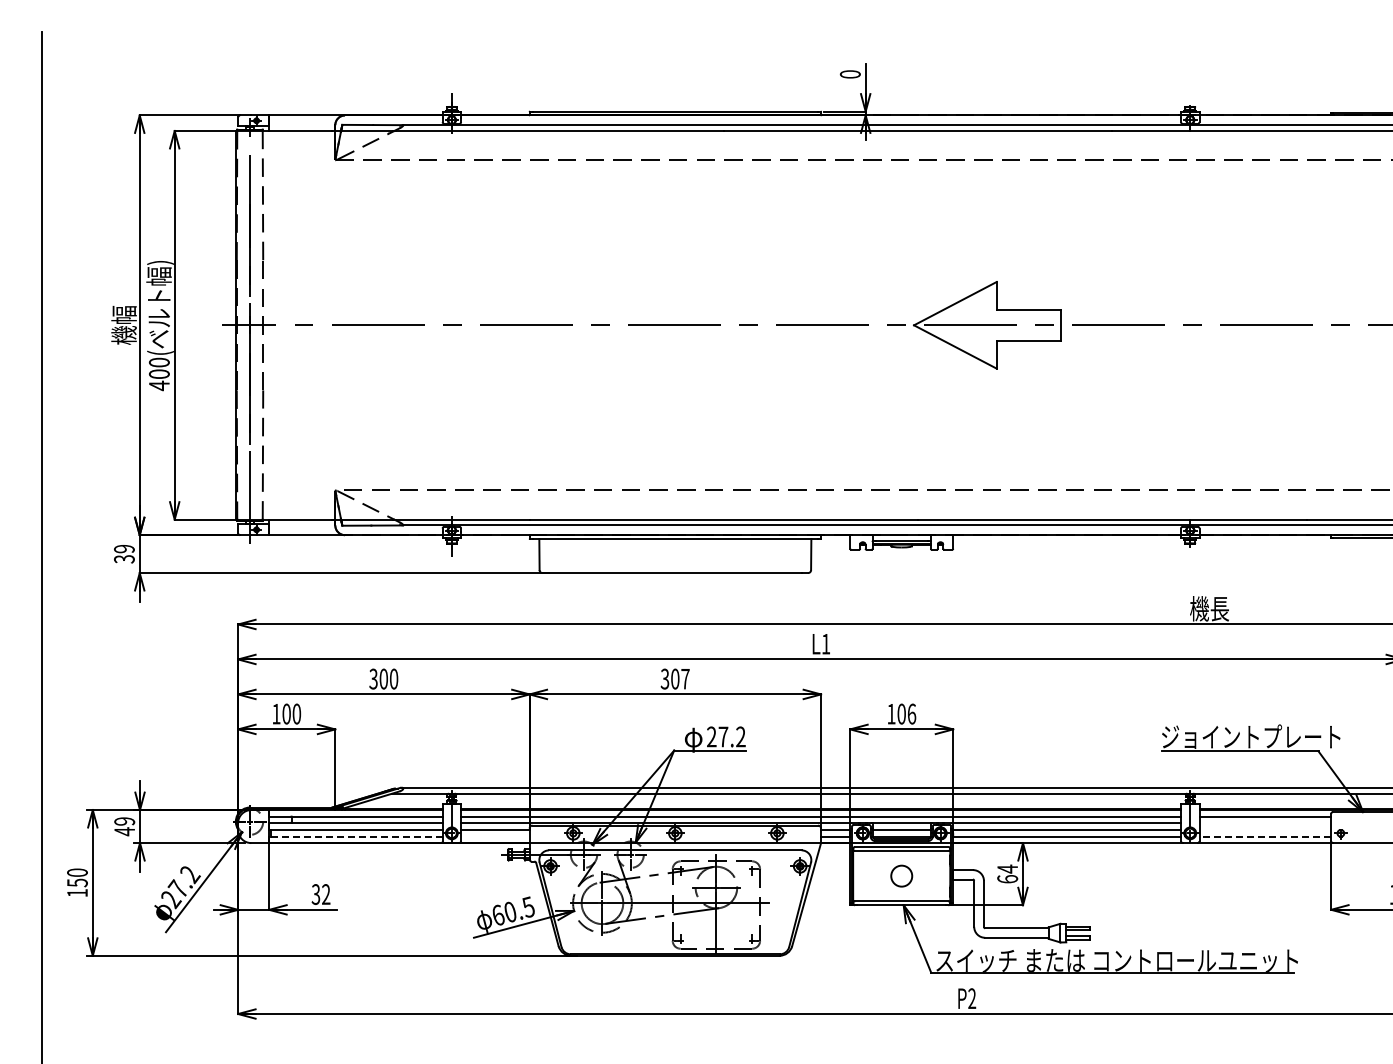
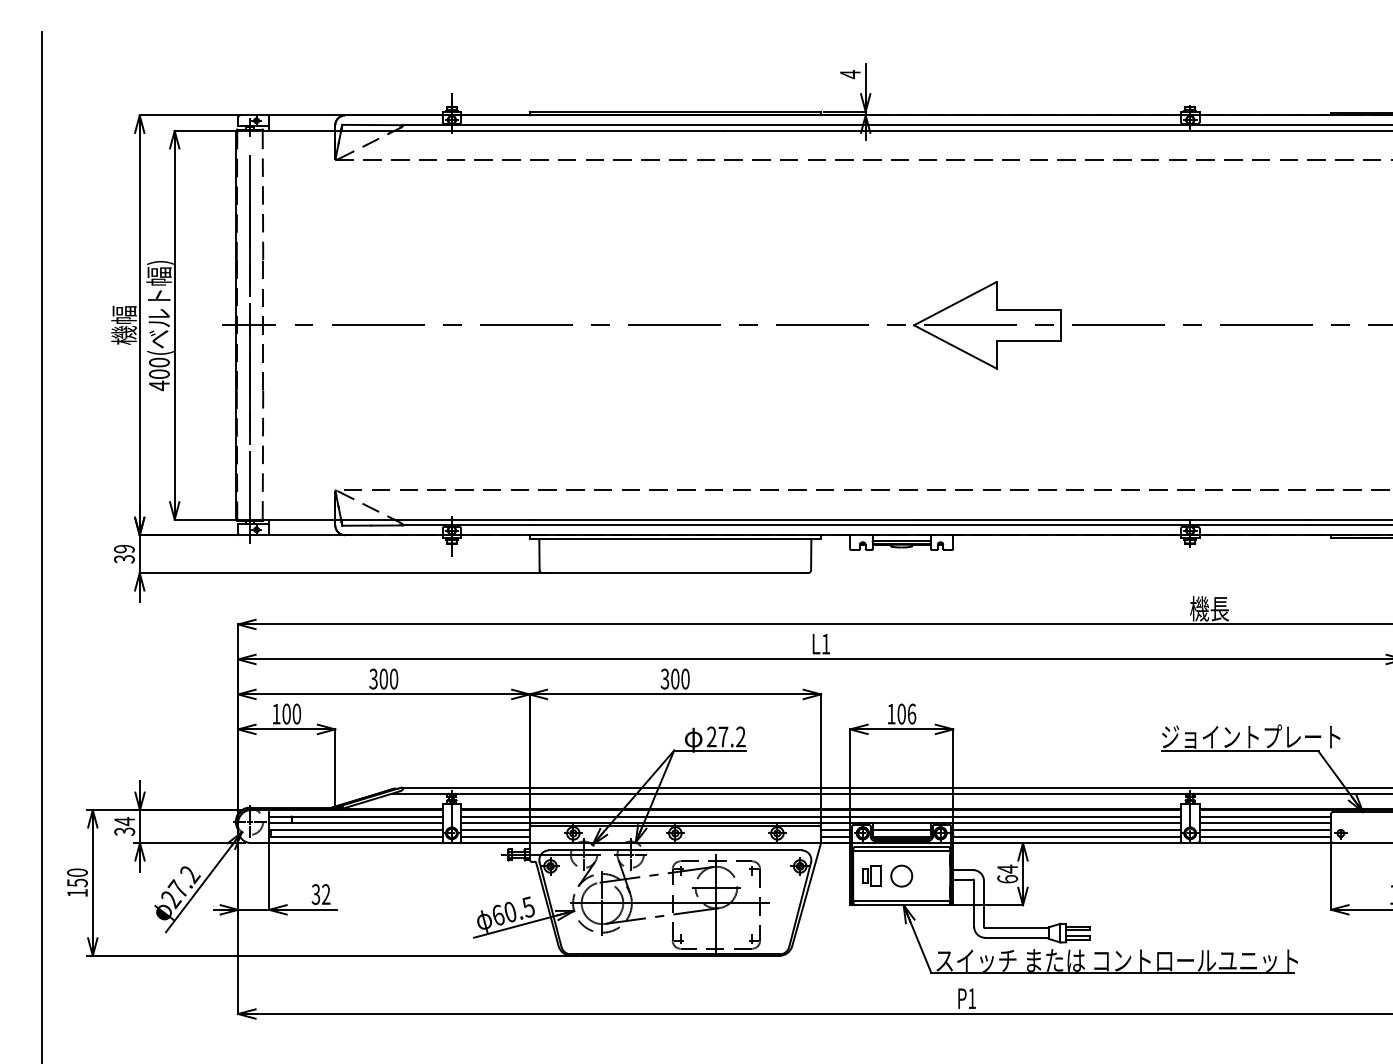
text at (849, 74): 0 -> 4
text at (685, 678): 307 -> 300
line at (1265, 822): none -> present
text at (124, 826): 49 -> 34
line at (1265, 830): none -> present
line at (355, 836): dashed -> solid
line at (495, 836): none -> present
line at (1265, 836): dashed -> solid
part at (871, 875): none -> present
text at (972, 998): P2 -> P1
